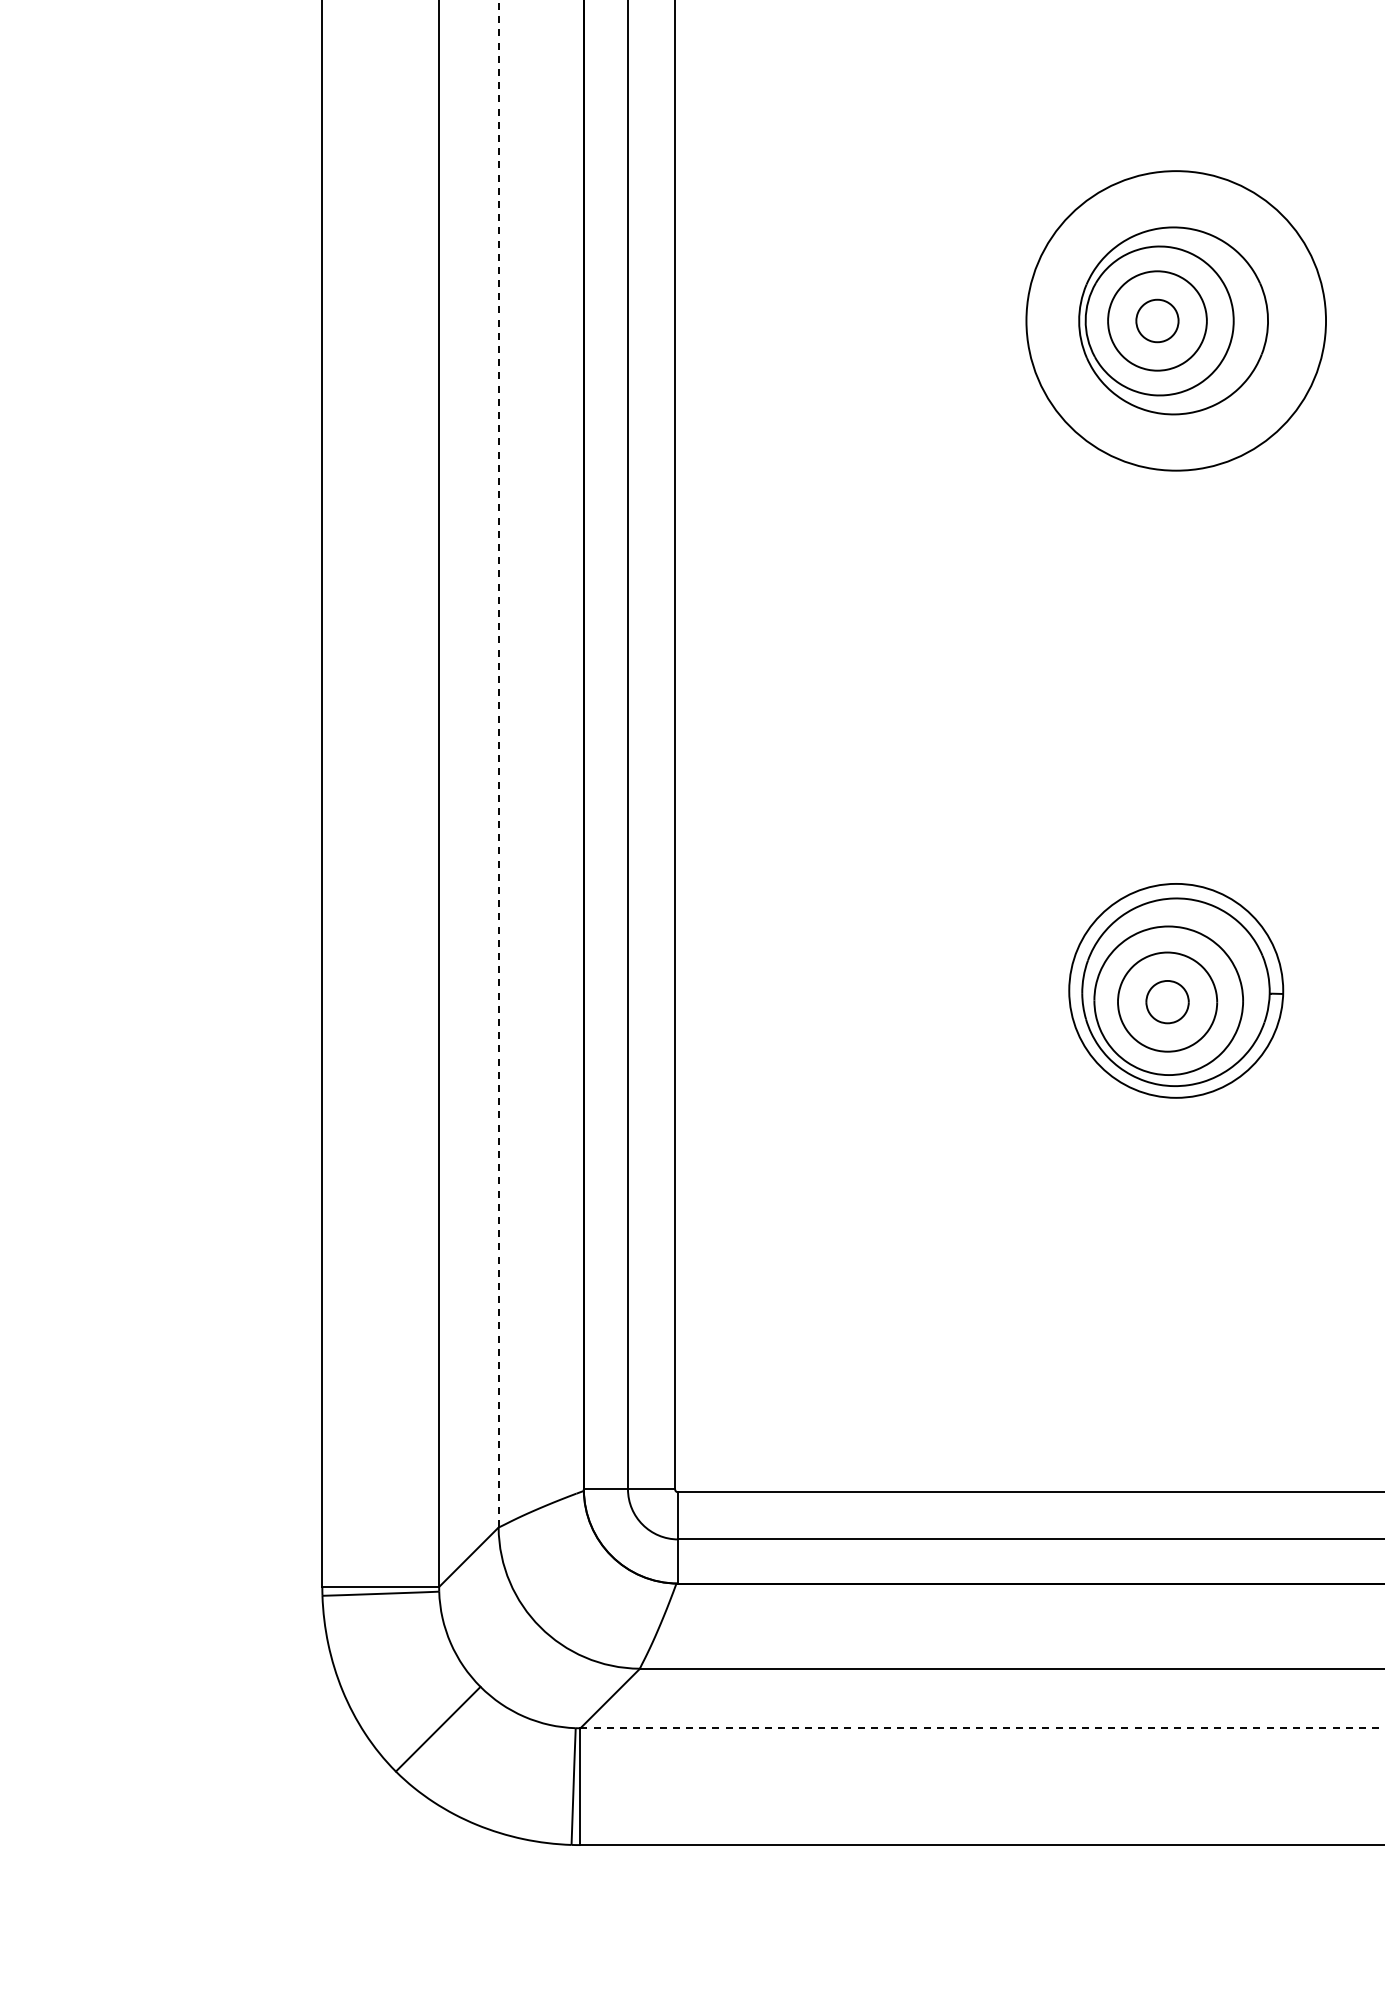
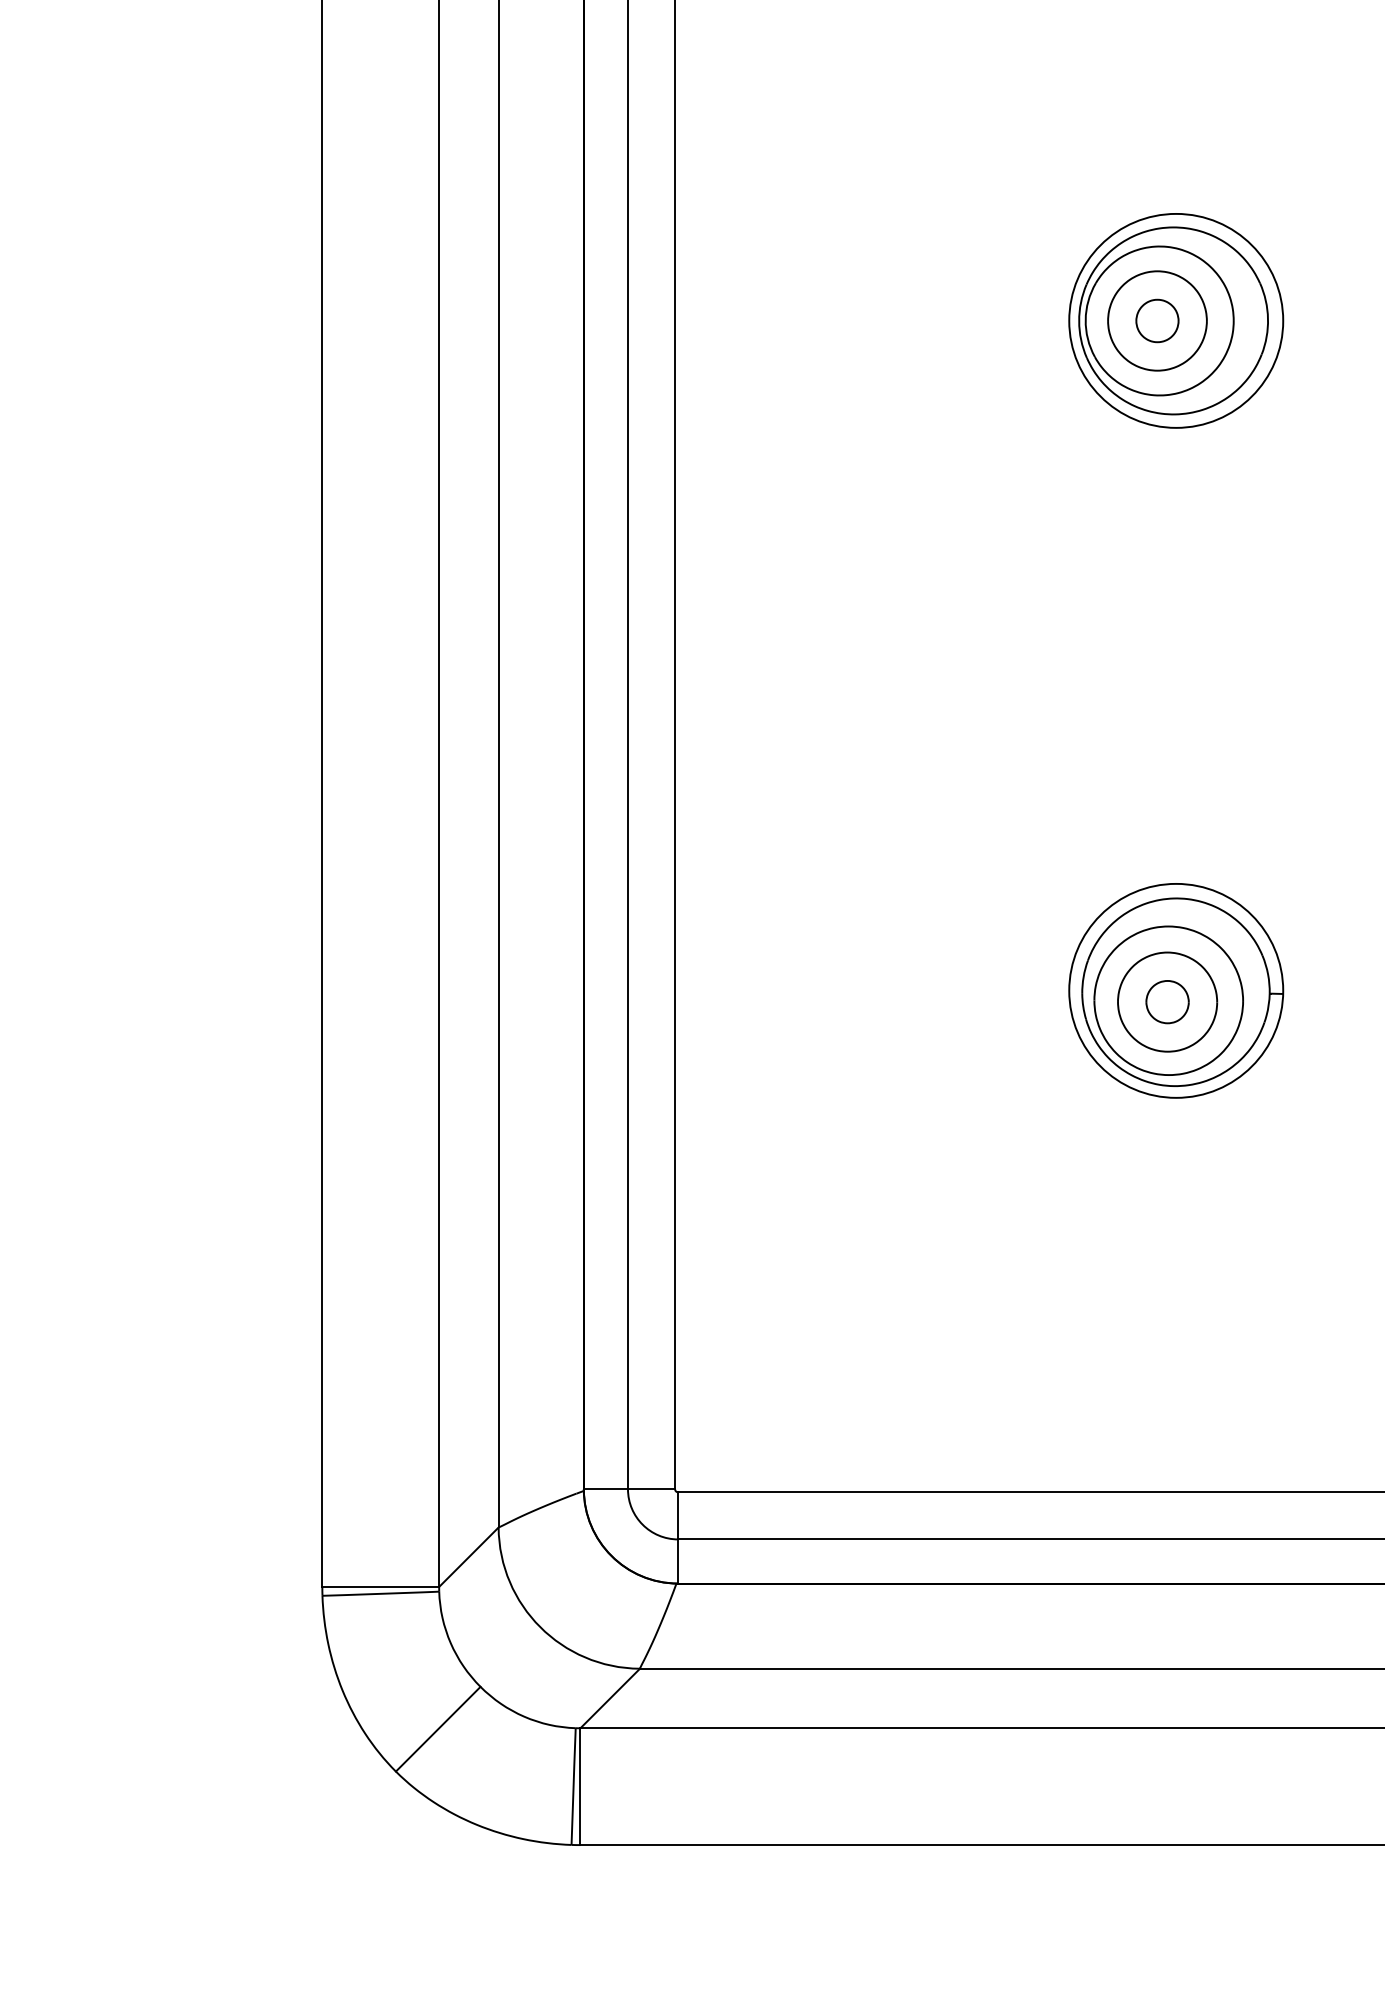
circle at (1176, 320) diameter: 300 px -> 214 px
line at (498, 763): dashed -> solid
line at (982, 1728): dashed -> solid
